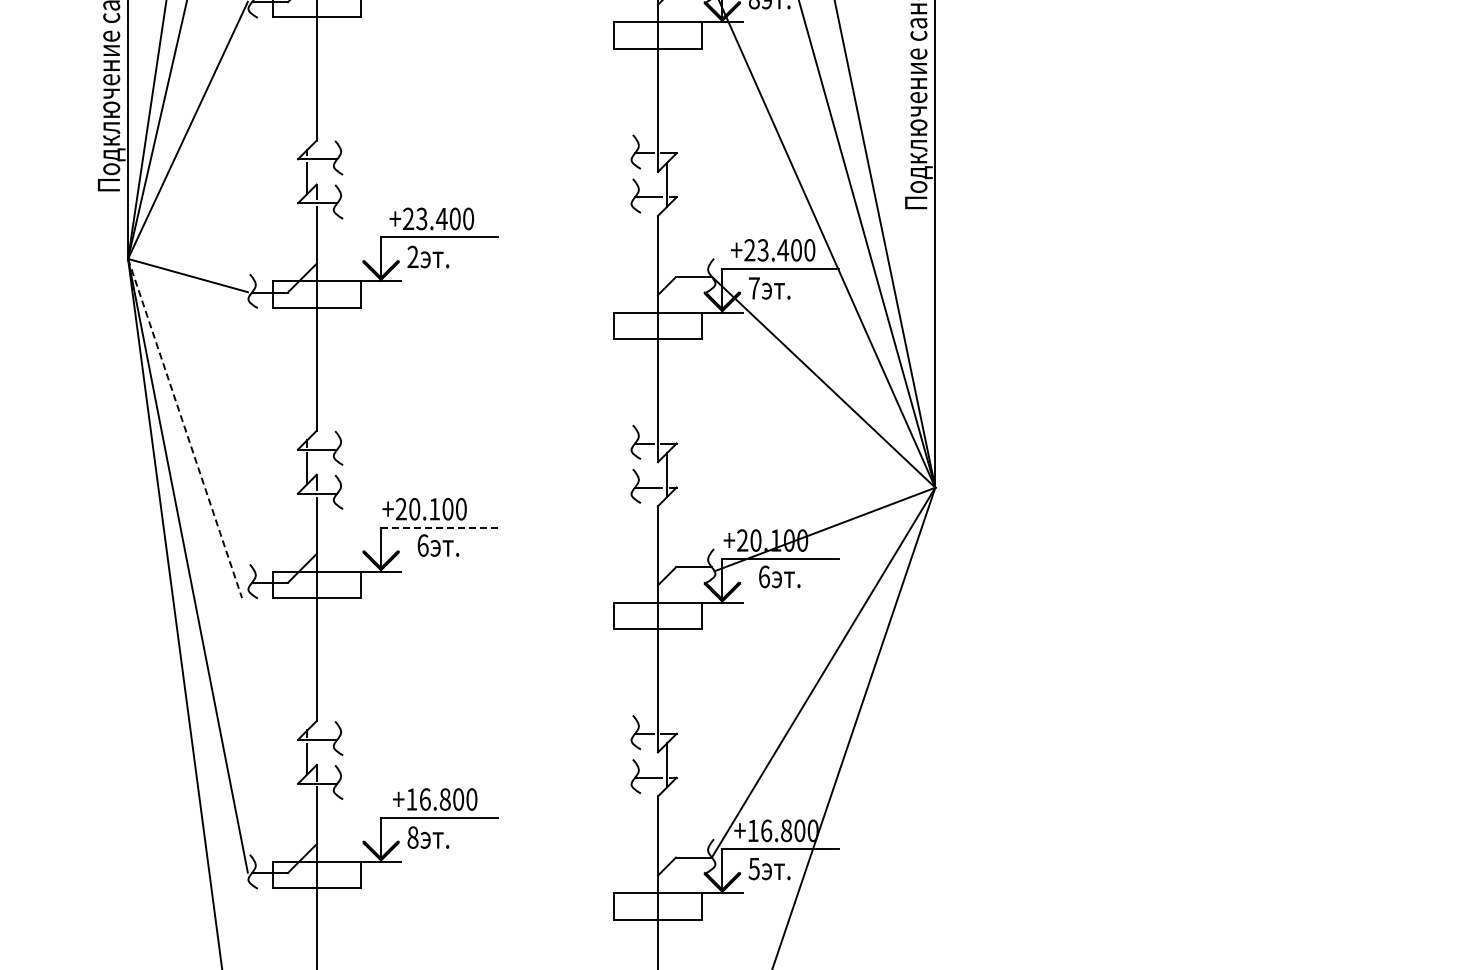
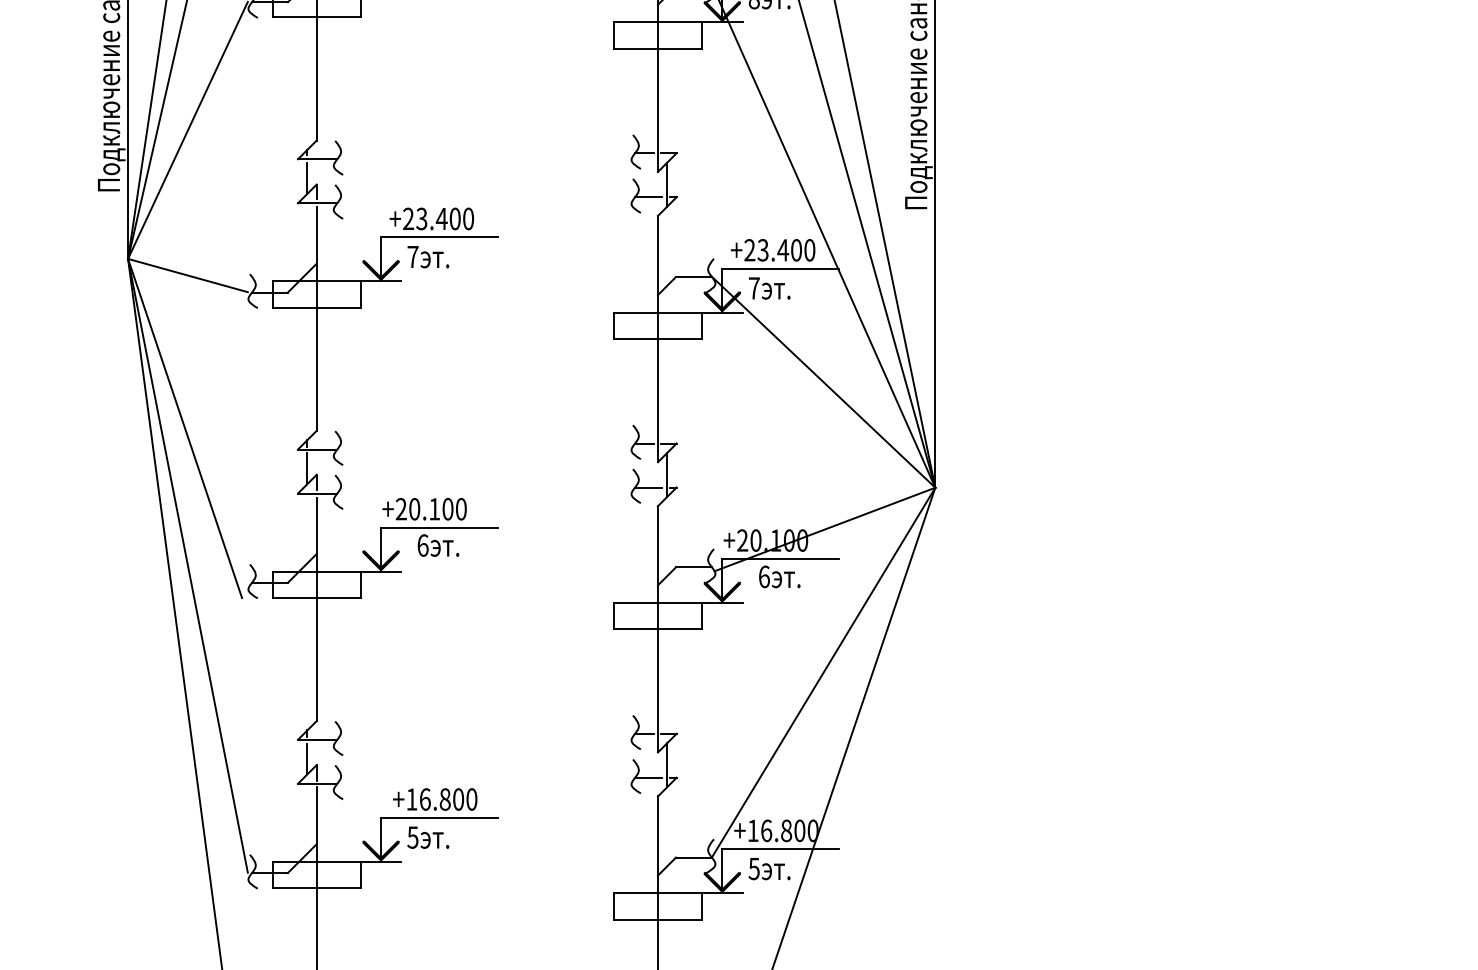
text at (412, 256): 2 -> 7
line at (185, 428): dashed -> solid
line at (439, 527): dashed -> solid
text at (412, 837): 8 -> 5
